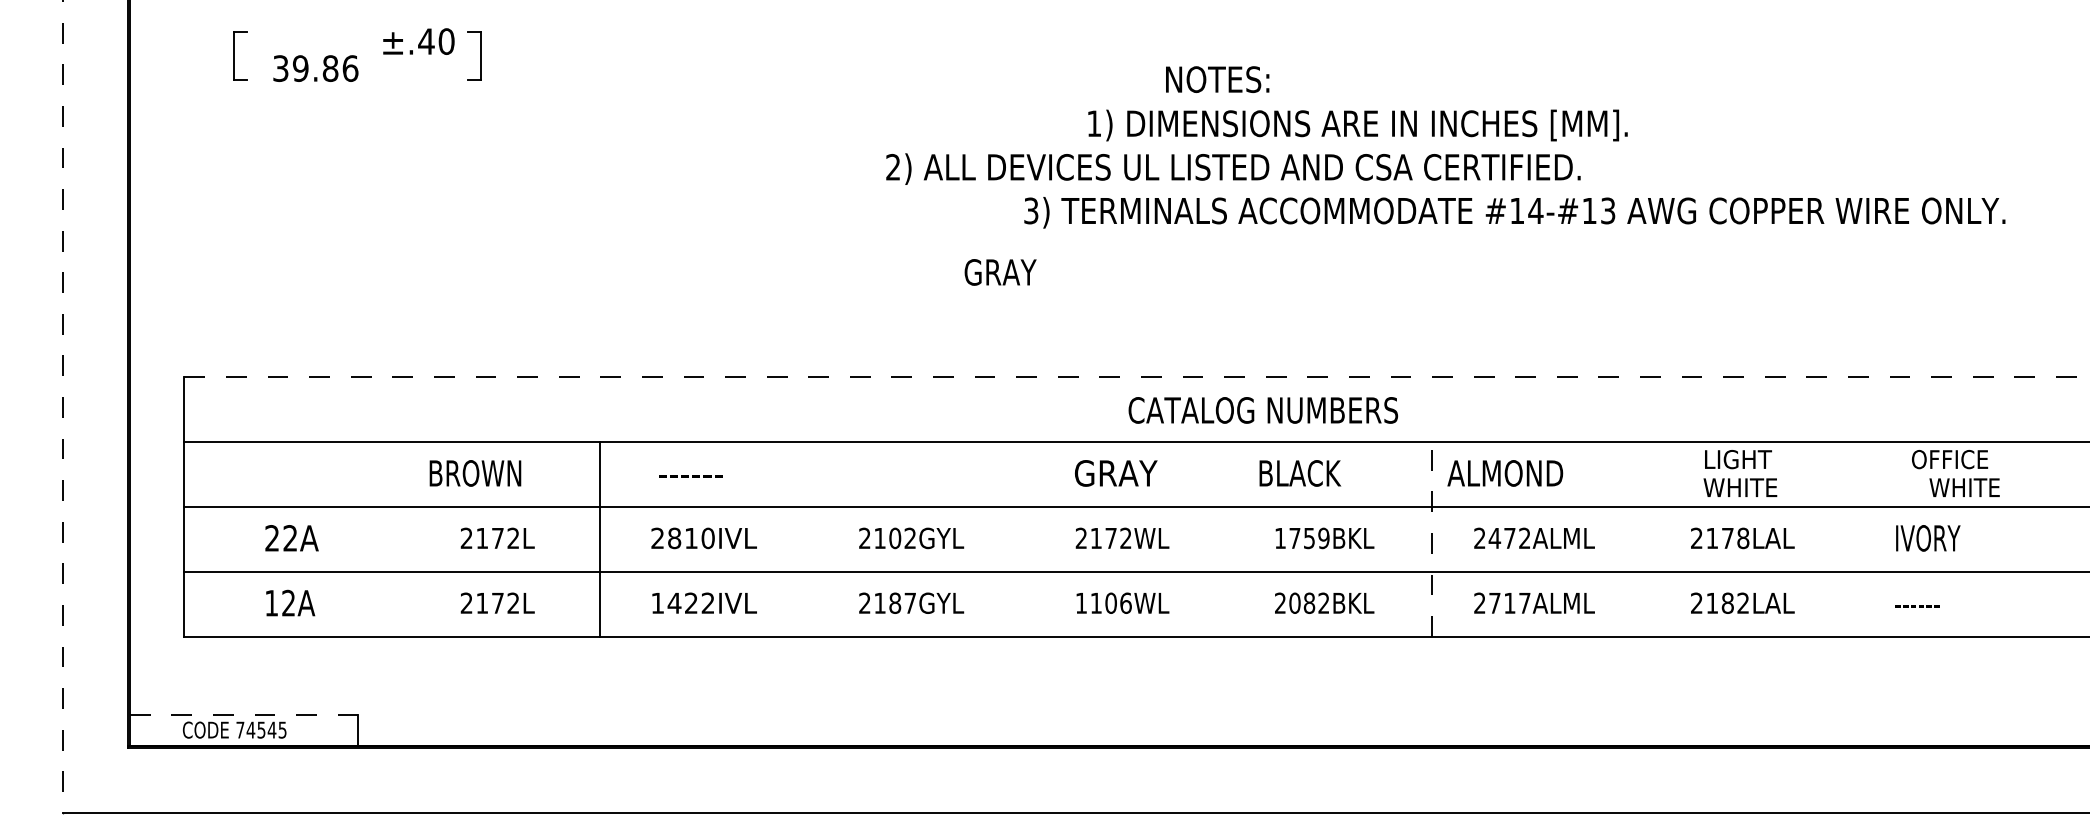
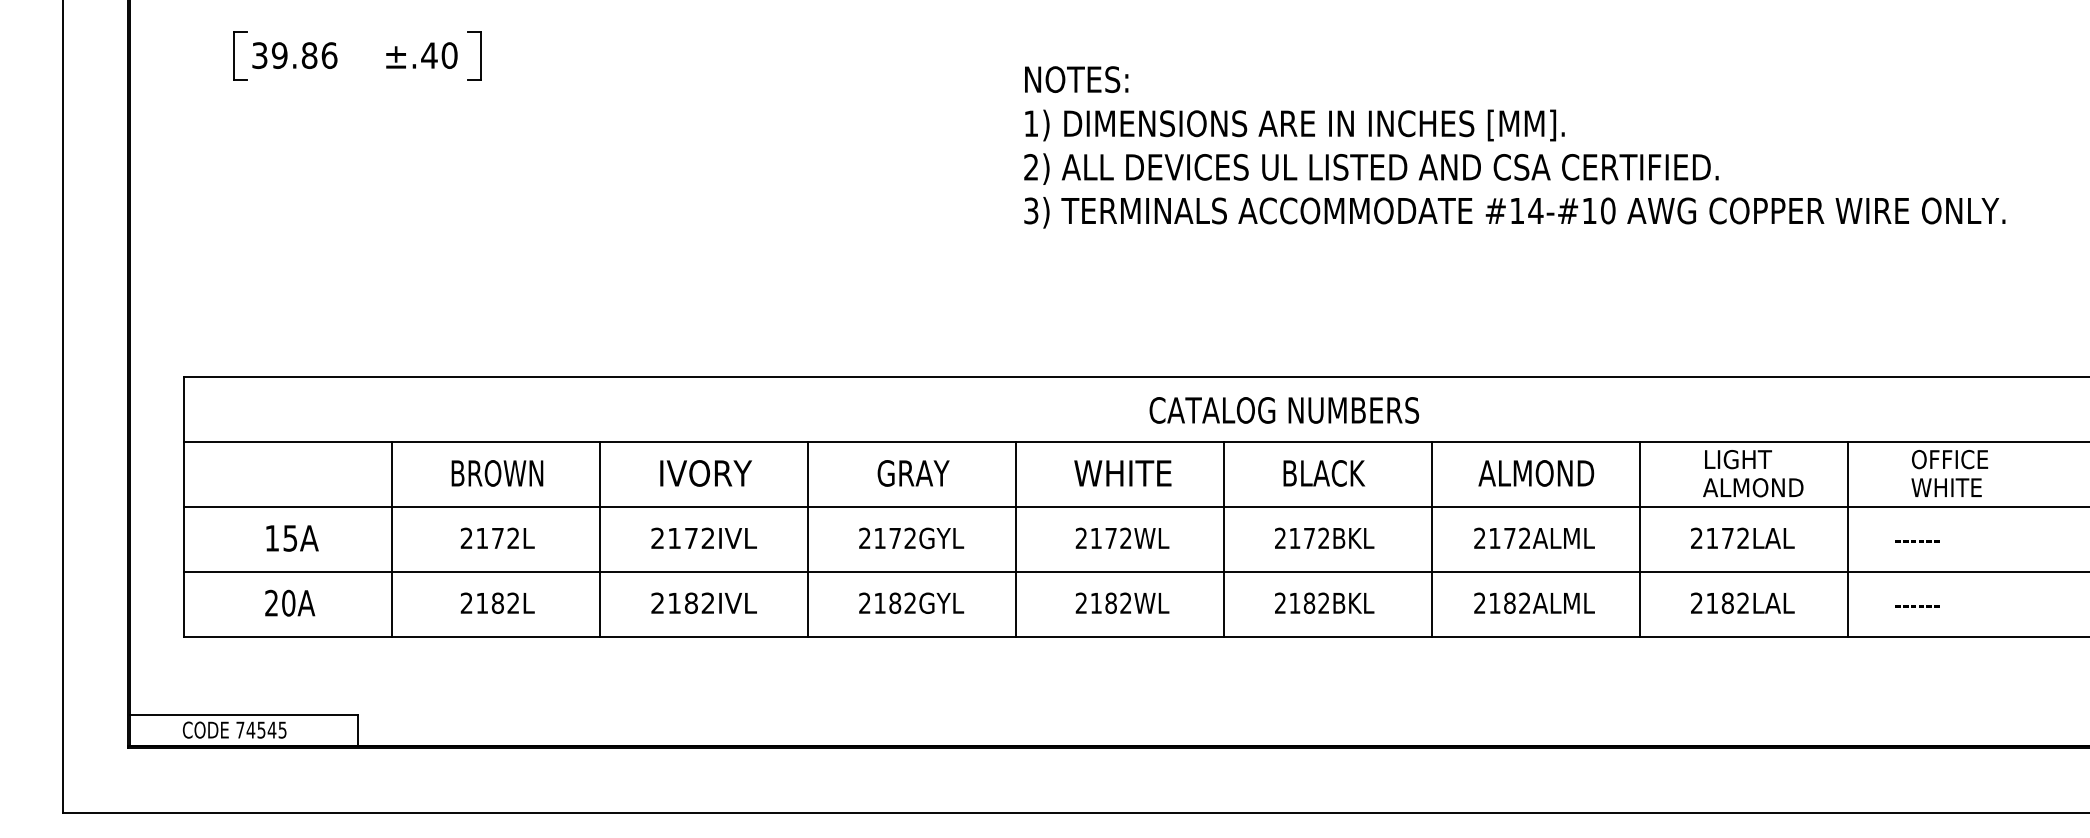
text at (418, 41) position: (418, 41) -> (421, 55)
text at (315, 68) position: (315, 68) -> (294, 55)
text at (1217, 79) position: (1217, 79) -> (1076, 79)
text at (1357, 125) position: (1357, 125) -> (1294, 125)
text at (1233, 168) position: (1233, 168) -> (1371, 168)
text at (1608, 210): #14-#13 -> #14-#10
text at (1000, 272) position: (1000, 272) -> (913, 473)
line at (1137, 377): dashed -> solid
line at (62, 407): dashed -> solid
text at (1263, 410) position: (1263, 410) -> (1284, 410)
text at (475, 473) position: (475, 473) -> (497, 473)
text at (705, 473): ------ -> IVORY
text at (1122, 473): GRAY -> WHITE
text at (1300, 473) position: (1300, 473) -> (1324, 473)
text at (1505, 473) position: (1505, 473) -> (1536, 473)
text at (1753, 487): WHITE -> ALMOND
text at (1964, 487) position: (1964, 487) -> (1946, 487)
text at (281, 538): 22A -> 15A
text at (691, 538): 2810IVL -> 2172IVL
text at (895, 538): 2102GYL -> 2172GYL
text at (1302, 538): 1759BKL -> 2172BKL
text at (1494, 538): 2472ALML -> 2172ALML
text at (1743, 538): 2178LAL -> 2172LAL
text at (1927, 538): IVORY -> ------
line at (392, 539): none -> present
line at (808, 539): none -> present
line at (1016, 539): none -> present
line at (1224, 539): none -> present
line at (1432, 539): dashed -> solid
line at (1640, 539): none -> present
line at (1848, 539): none -> present
text at (280, 602): 12A -> 20A
text at (497, 602): 2172L -> 2182L
text at (674, 602): 1422IVL -> 2182IVL
text at (909, 602): 2187GYL -> 2182GYL
text at (1103, 602): 1106WL -> 2182WL
text at (1294, 602): 2082BKL -> 2182BKL
text at (1509, 602): 2717ALML -> 2182ALML
line at (244, 714): dashed -> solid
